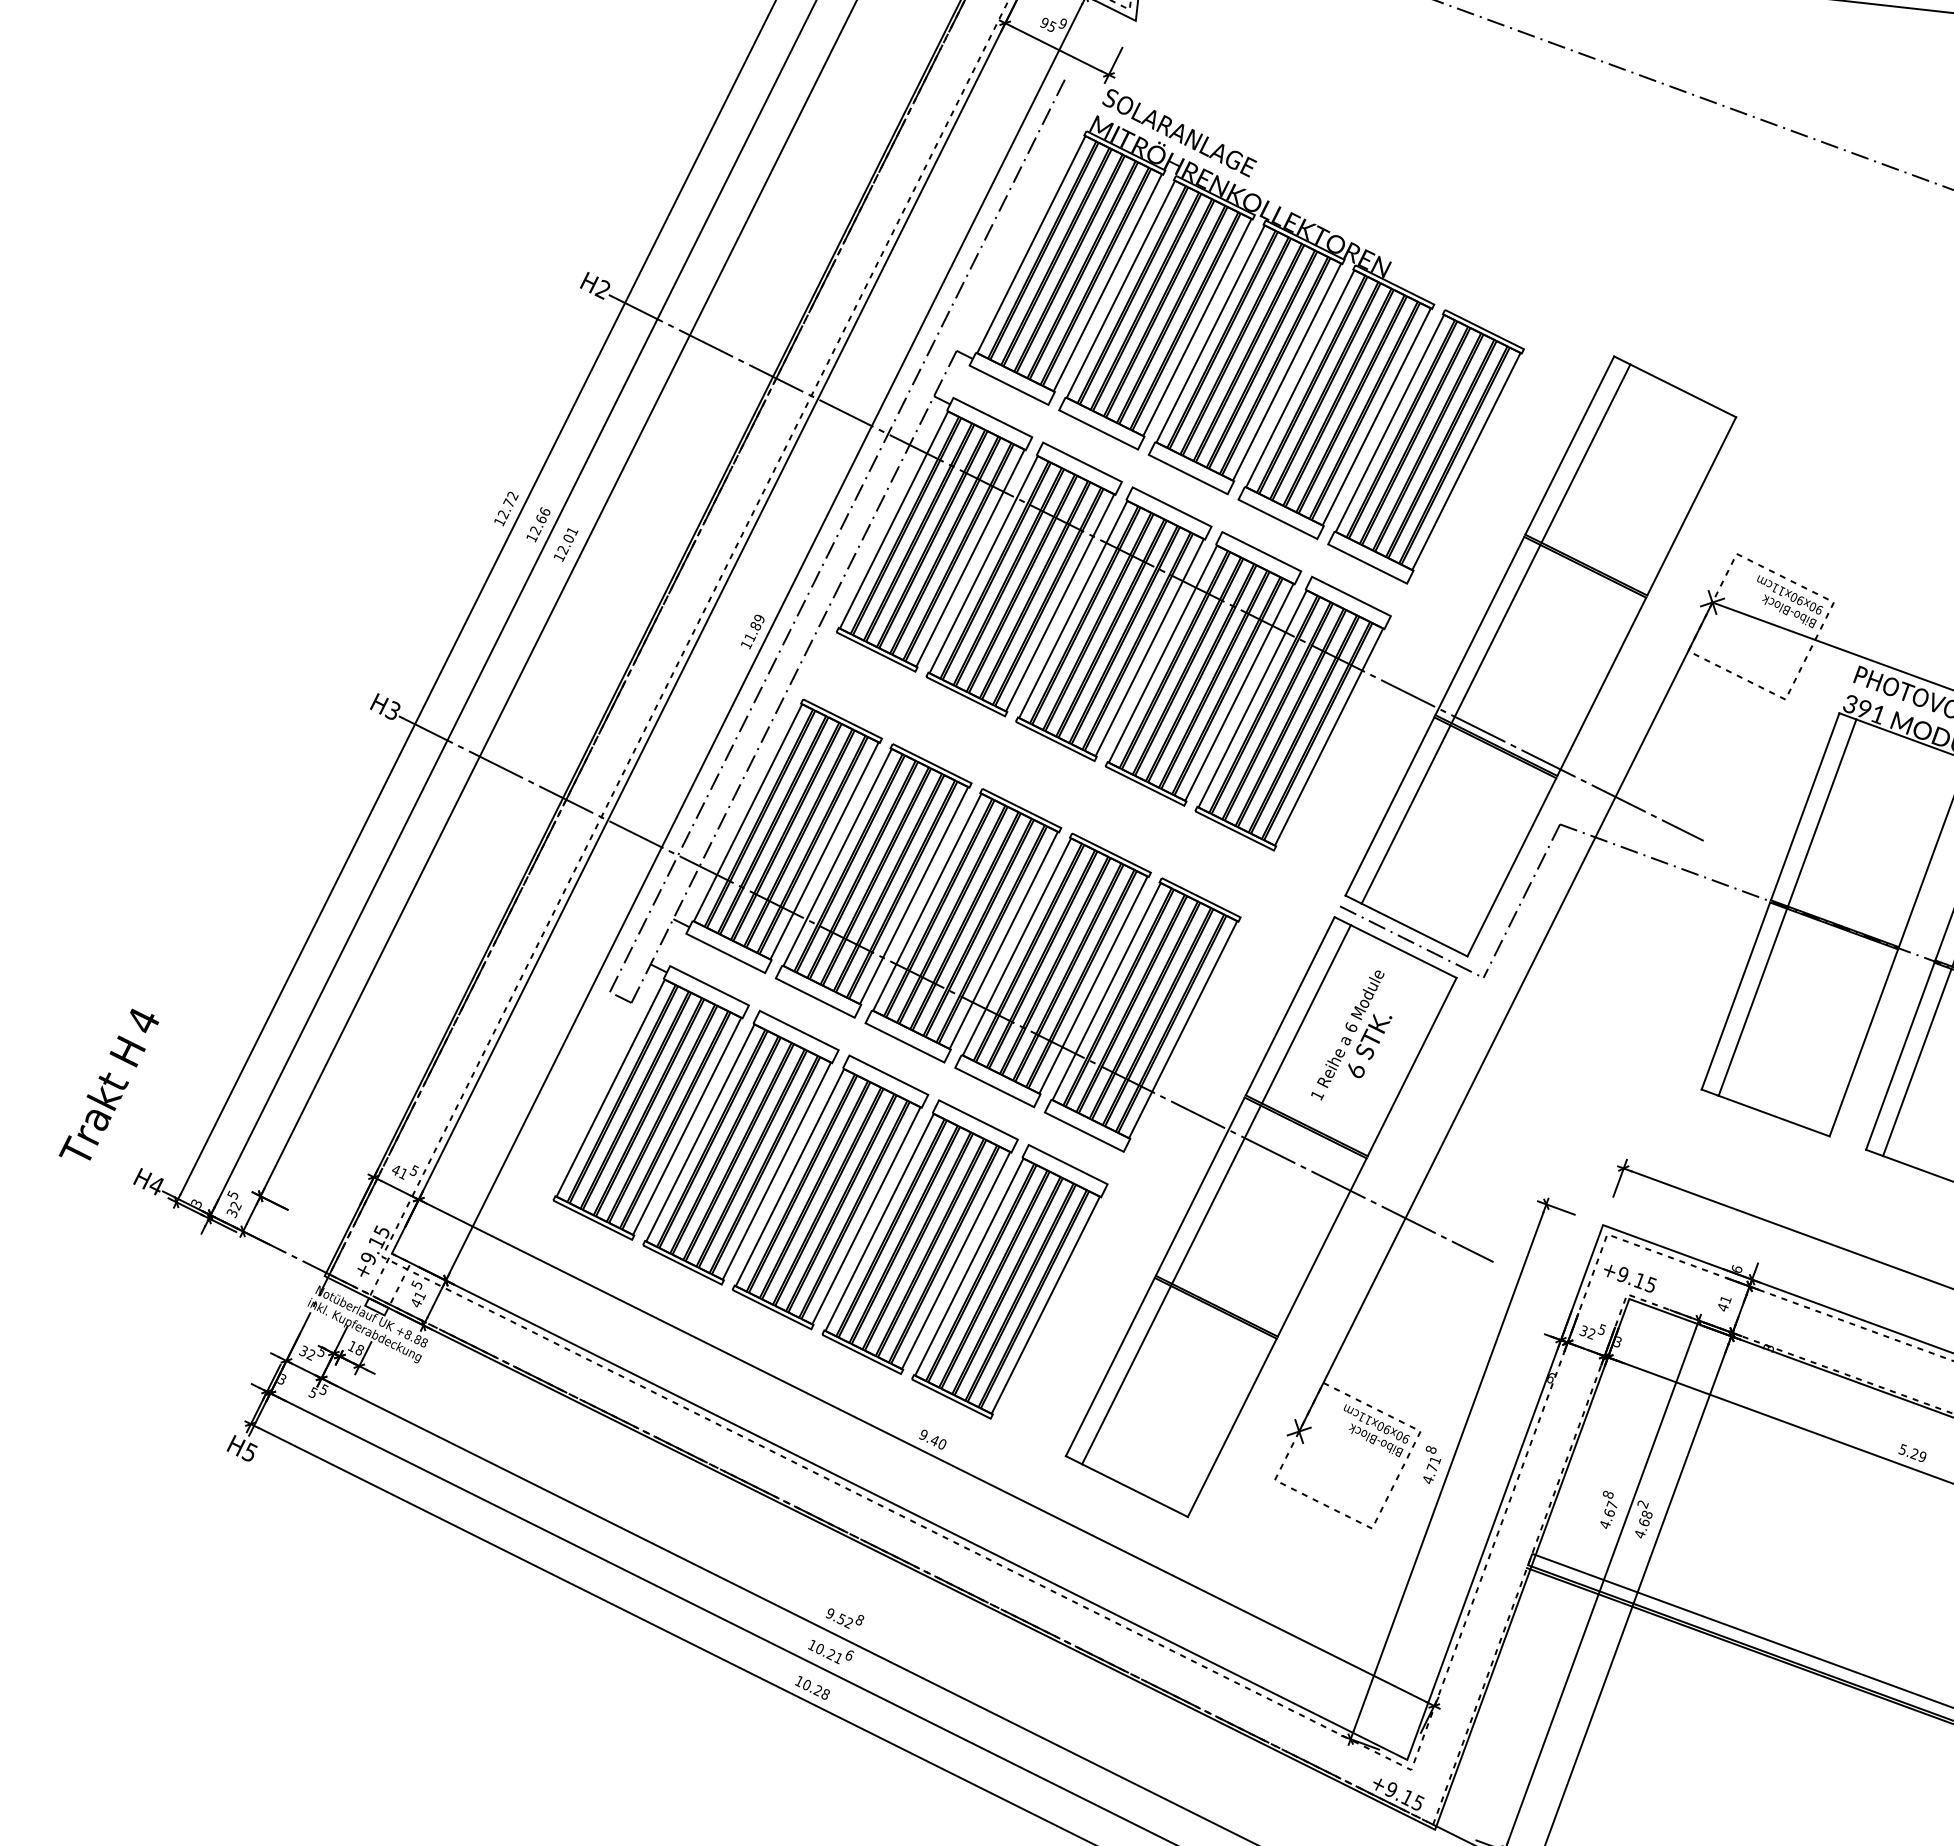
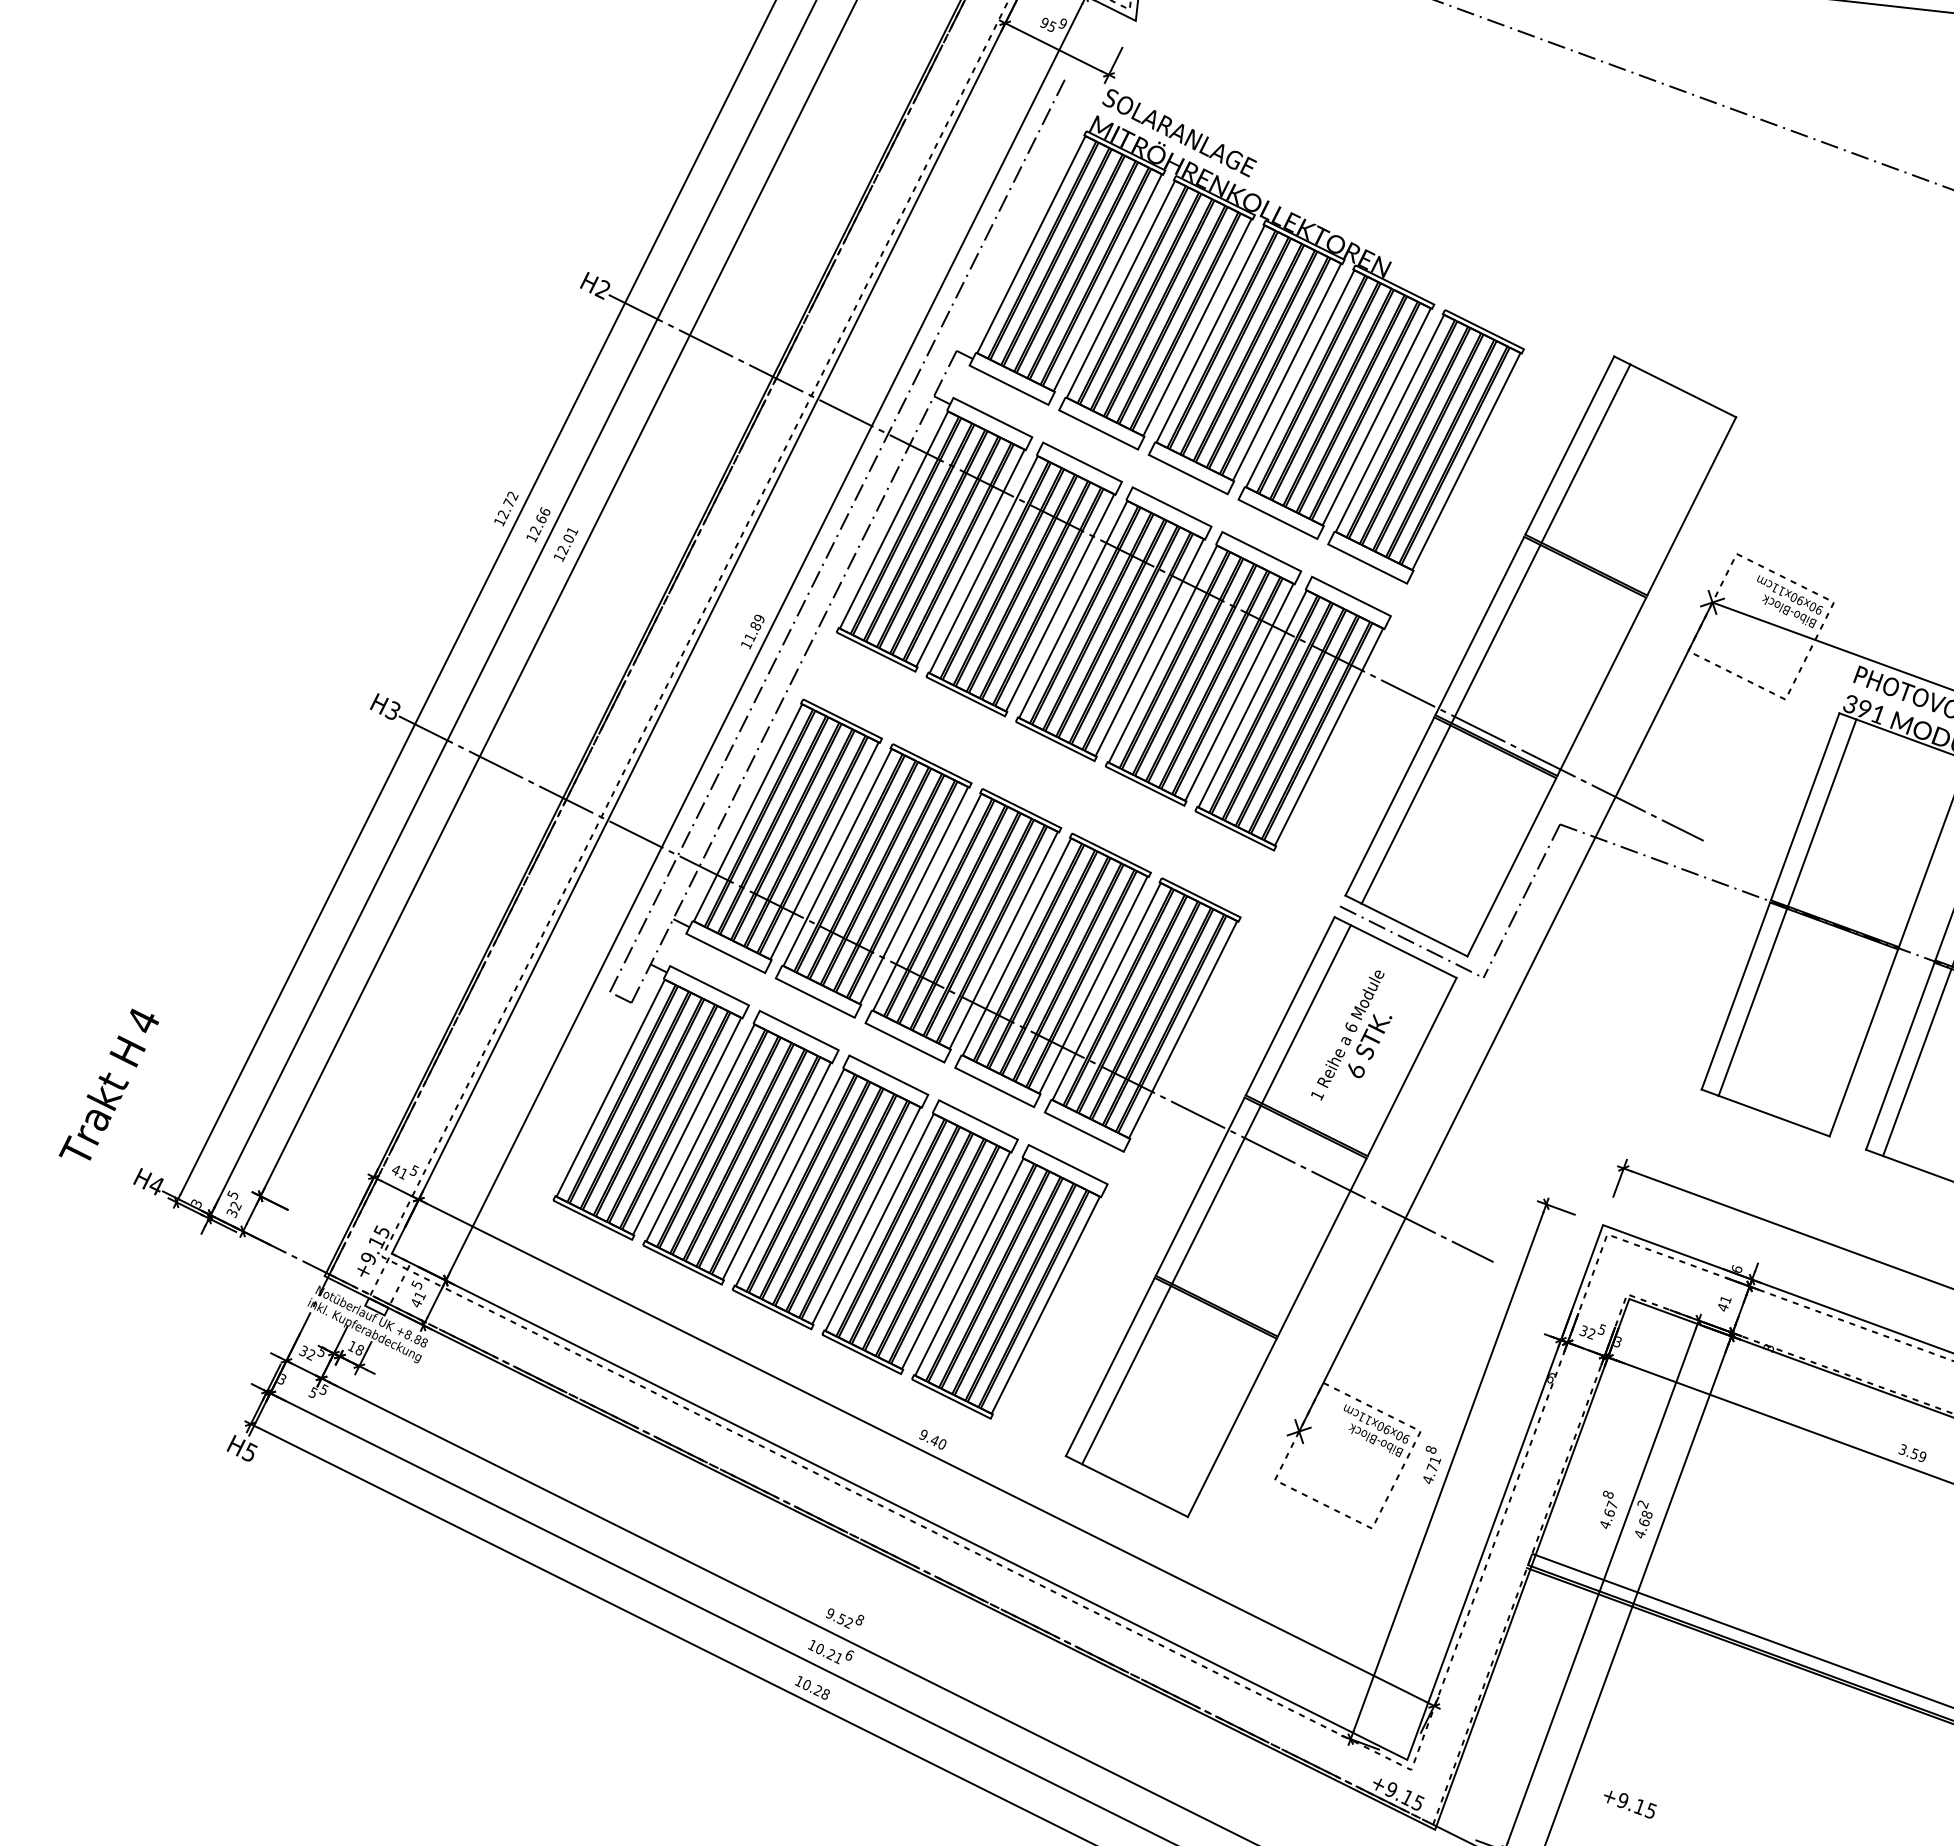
text at (1630, 1278) position: (1630, 1278) -> (1630, 1804)
text at (1909, 1451): 5.29 -> 3.59
